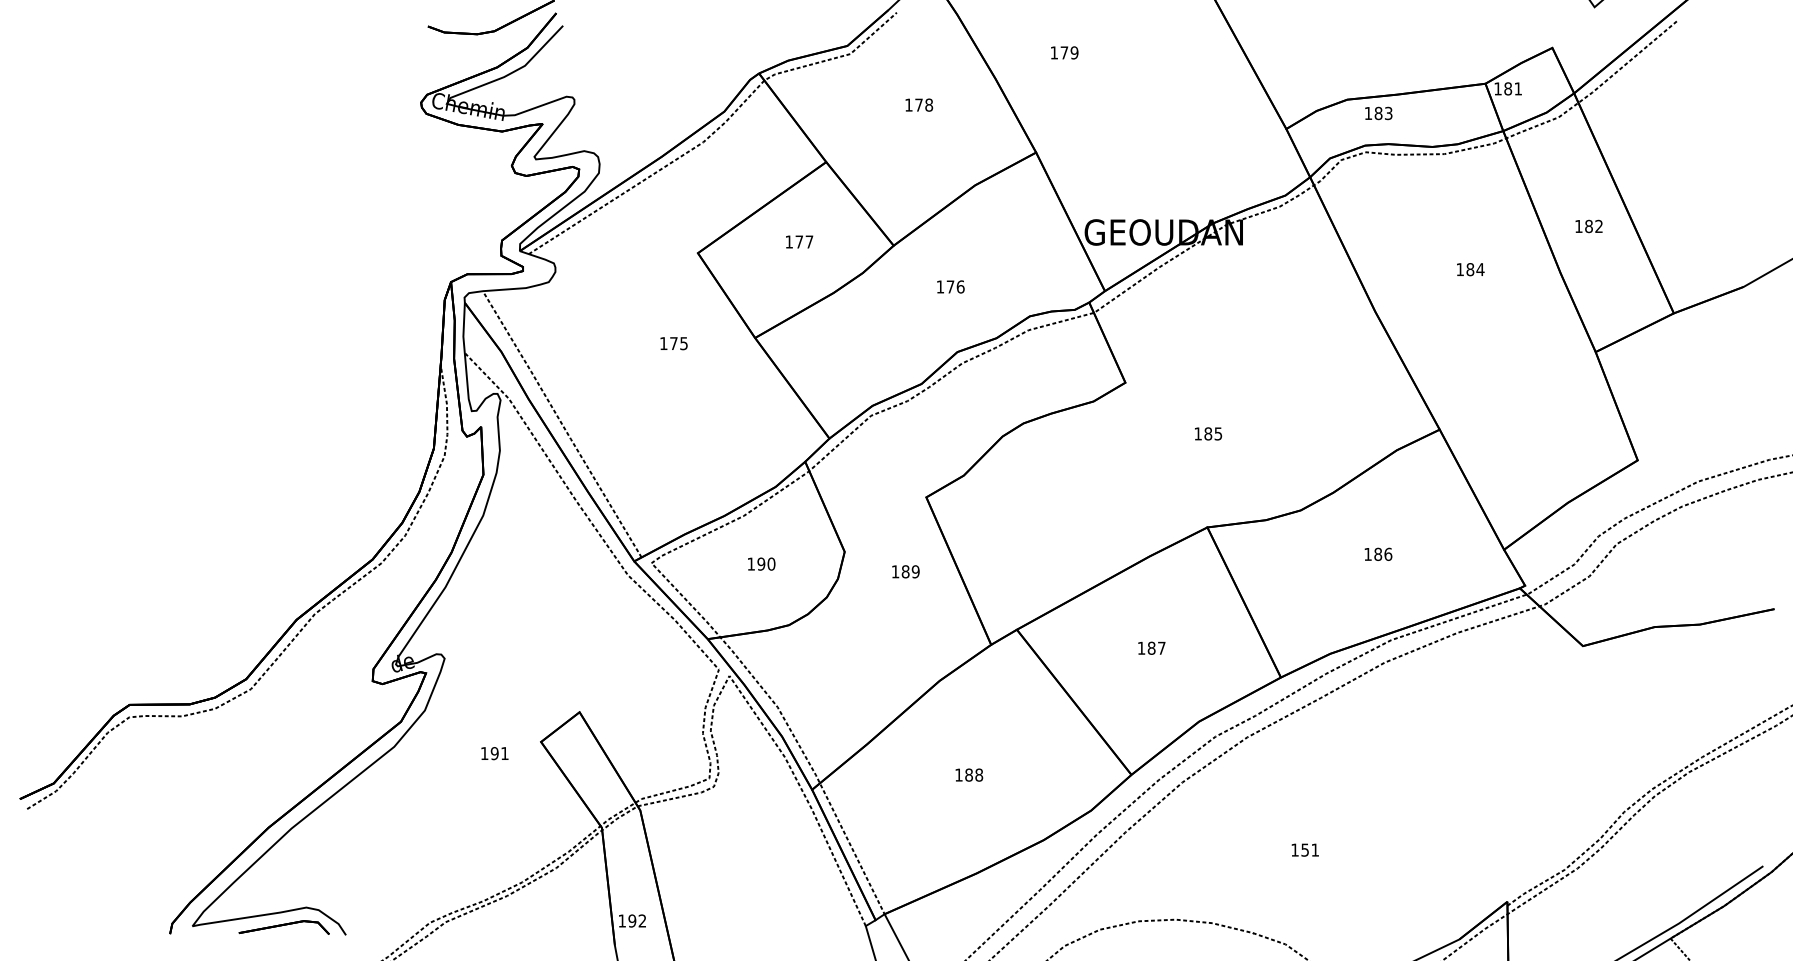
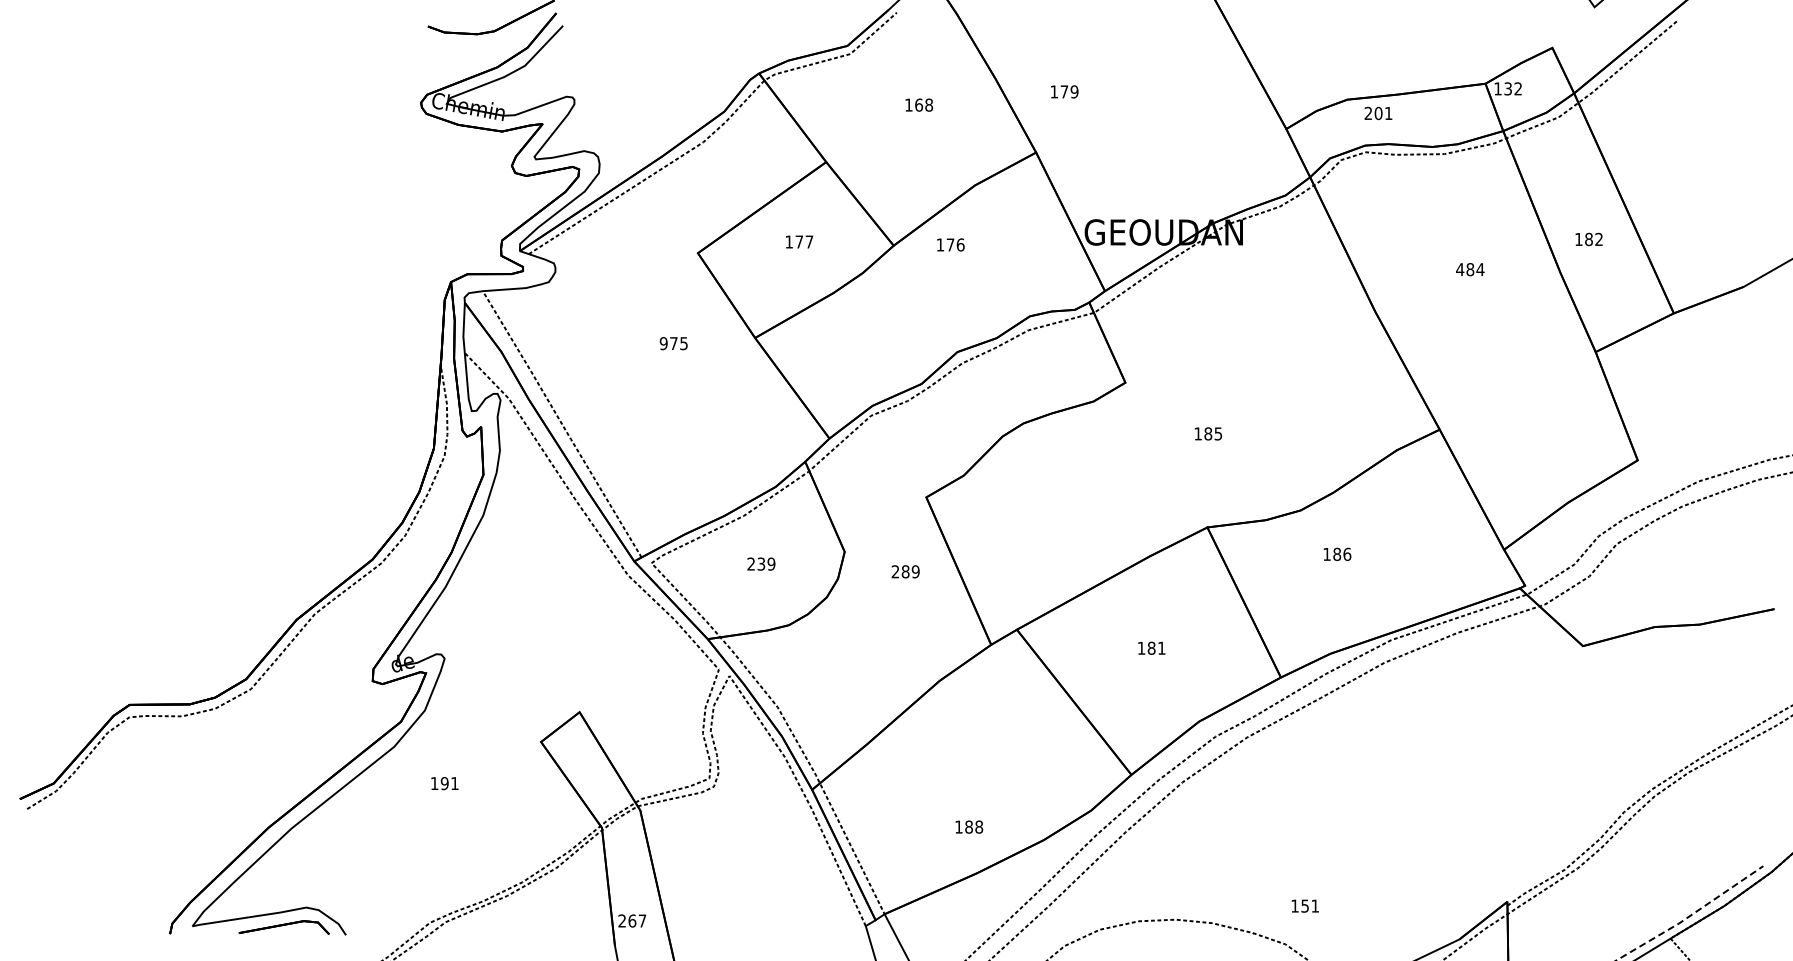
text at (1064, 52) position: (1064, 52) -> (1064, 91)
text at (1512, 88): 181 -> 132
text at (919, 104): 178 -> 168
text at (1378, 113): 183 -> 201
text at (1588, 226) position: (1588, 226) -> (1588, 239)
text at (1460, 269): 184 -> 484
text at (950, 286) position: (950, 286) -> (950, 244)
text at (663, 343): 175 -> 975
text at (1378, 553) position: (1378, 553) -> (1337, 553)
text at (761, 563): 190 -> 239
text at (895, 571): 189 -> 289
text at (1161, 647): 187 -> 181
text at (494, 753) position: (494, 753) -> (444, 783)
text at (969, 774) position: (969, 774) -> (969, 826)
text at (1304, 849) position: (1304, 849) -> (1304, 905)
line at (1691, 915): solid -> dashed
text at (632, 920): 192 -> 267
